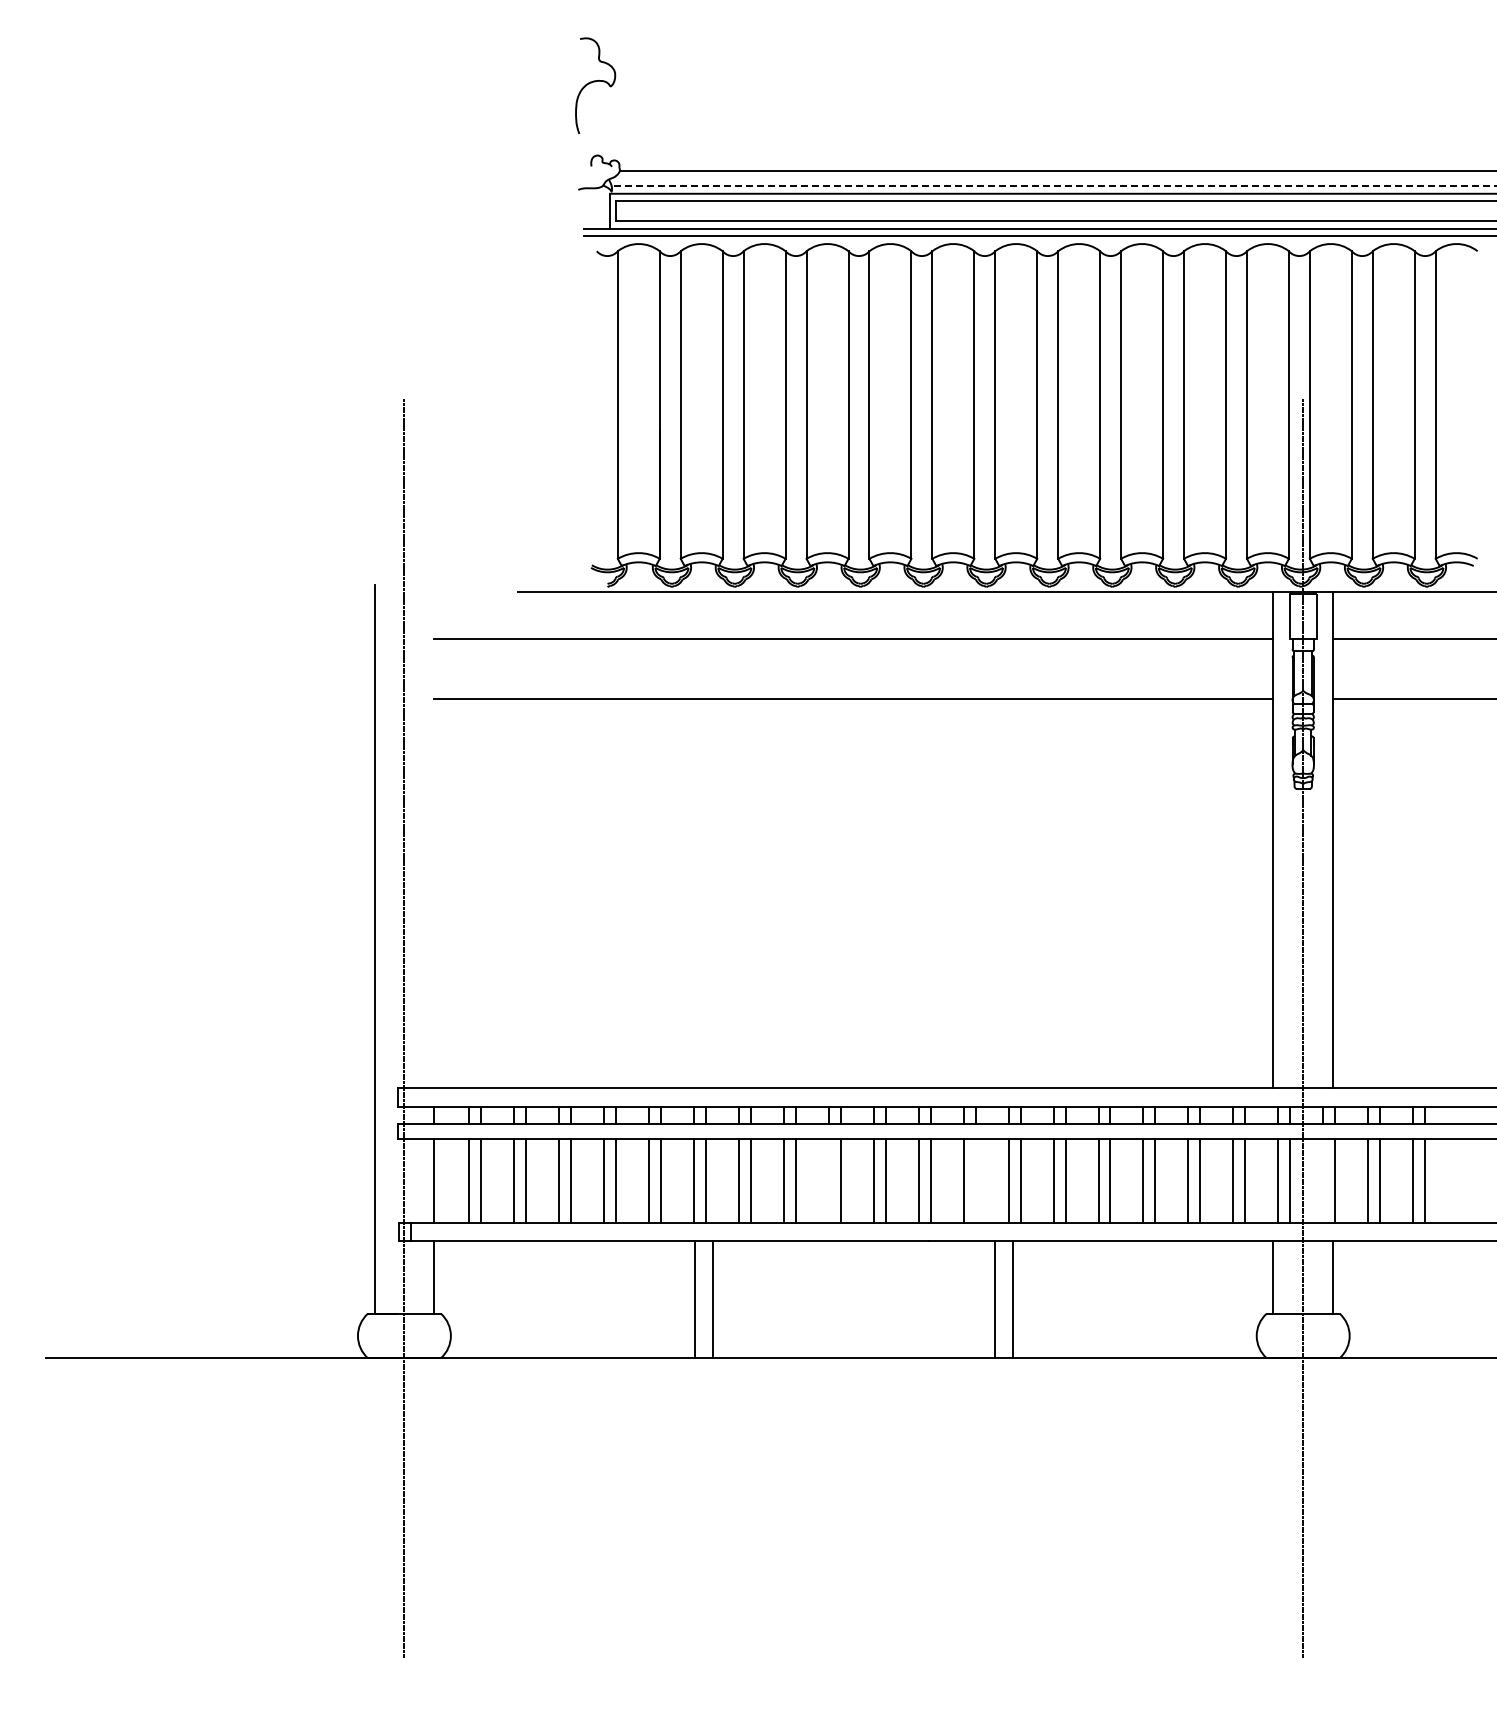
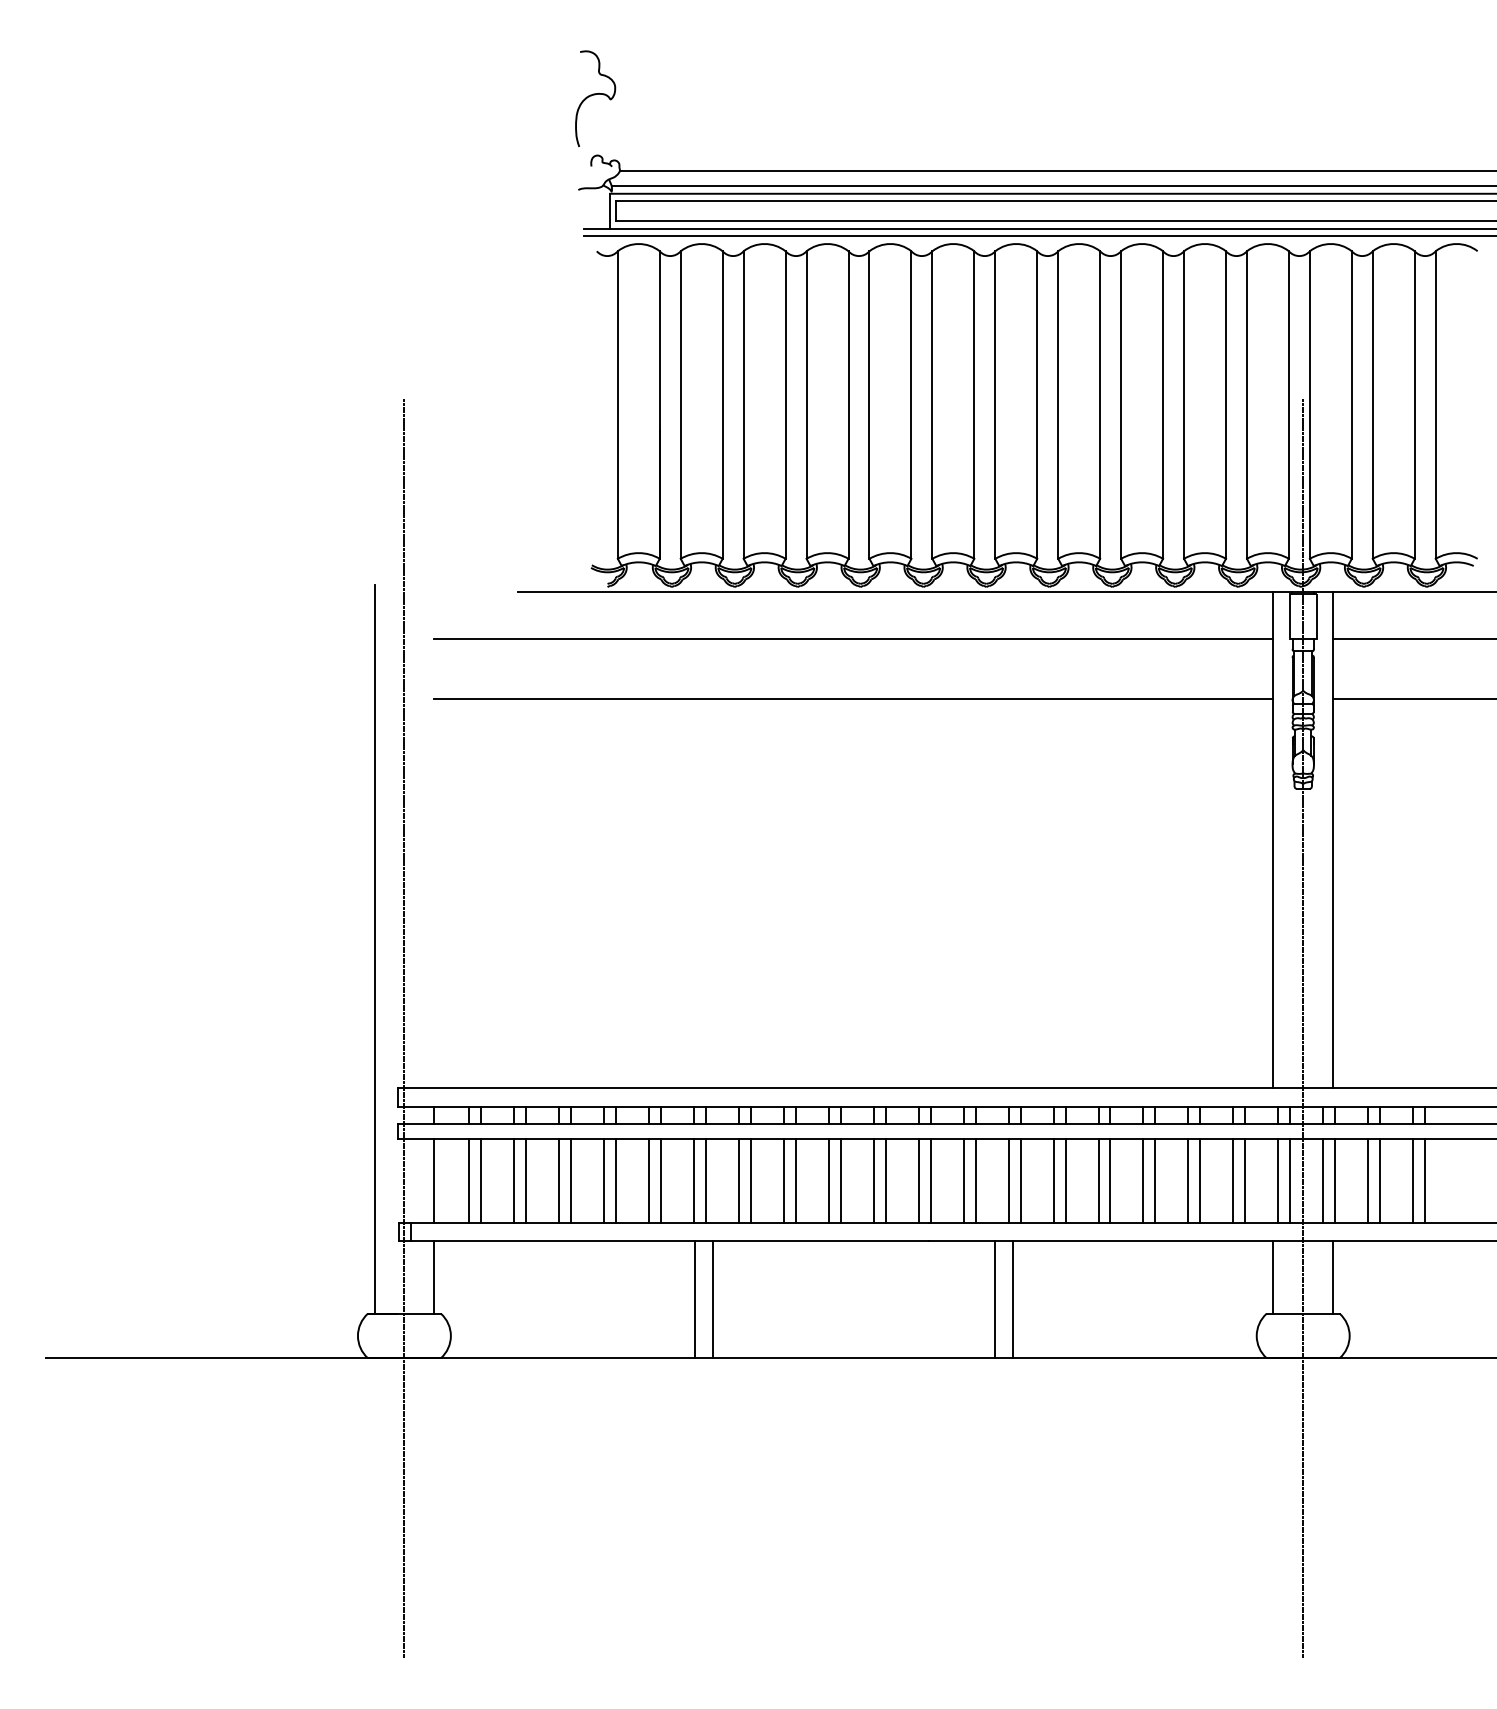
curve at (595, 82) position: (595, 82) -> (595, 95)
line at (1053, 186): dashed -> solid
line at (828, 1181): none -> present
line at (975, 1181): none -> present
line at (1323, 1181): none -> present
